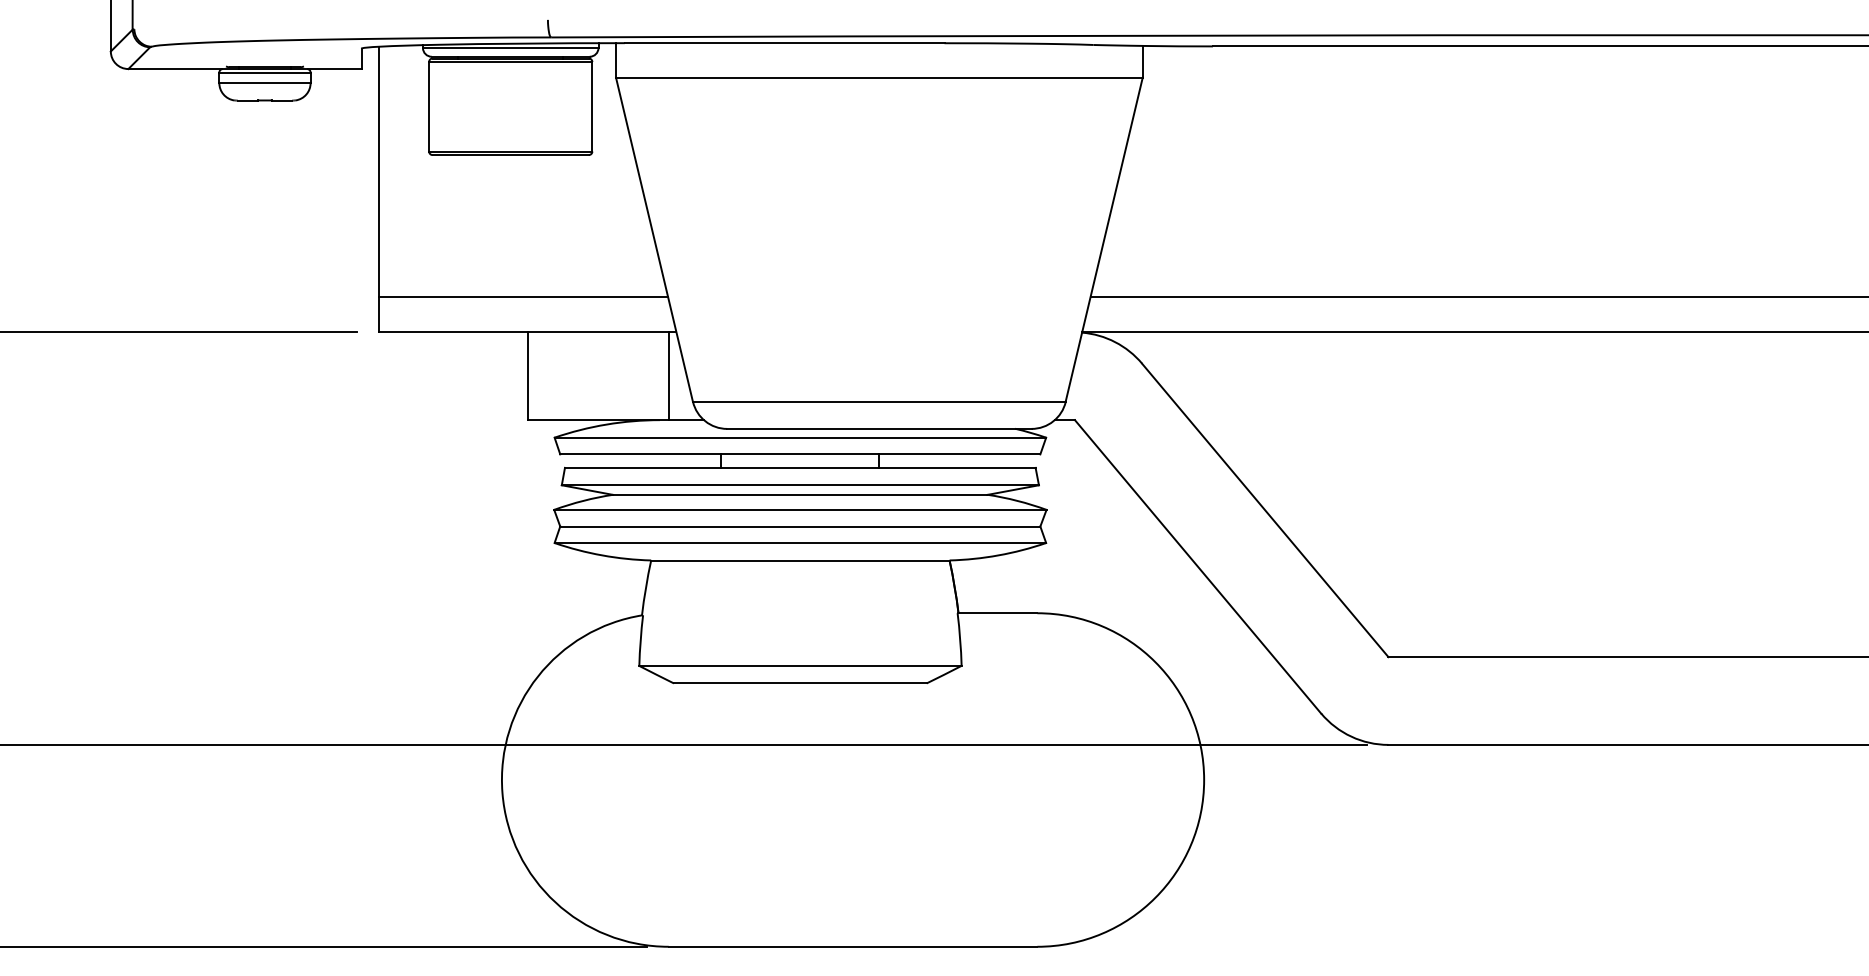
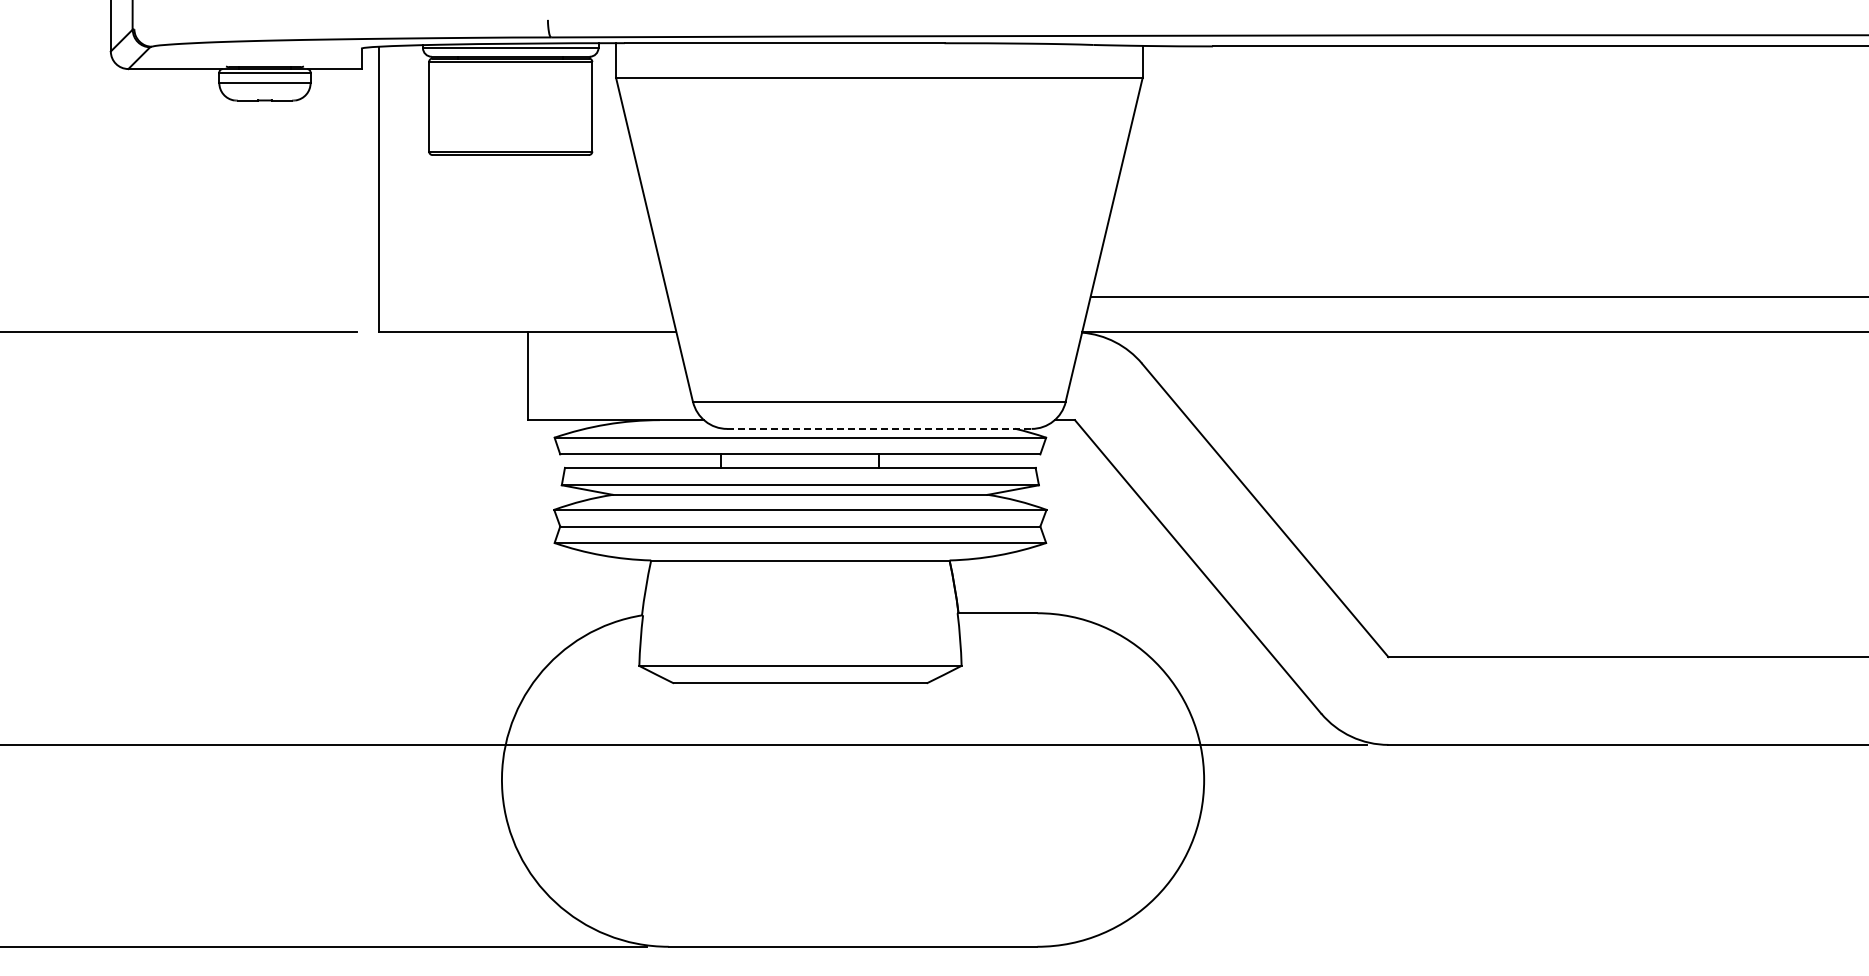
line at (523, 297): present -> none
line at (668, 376): present -> none
line at (879, 428): solid -> dashed
